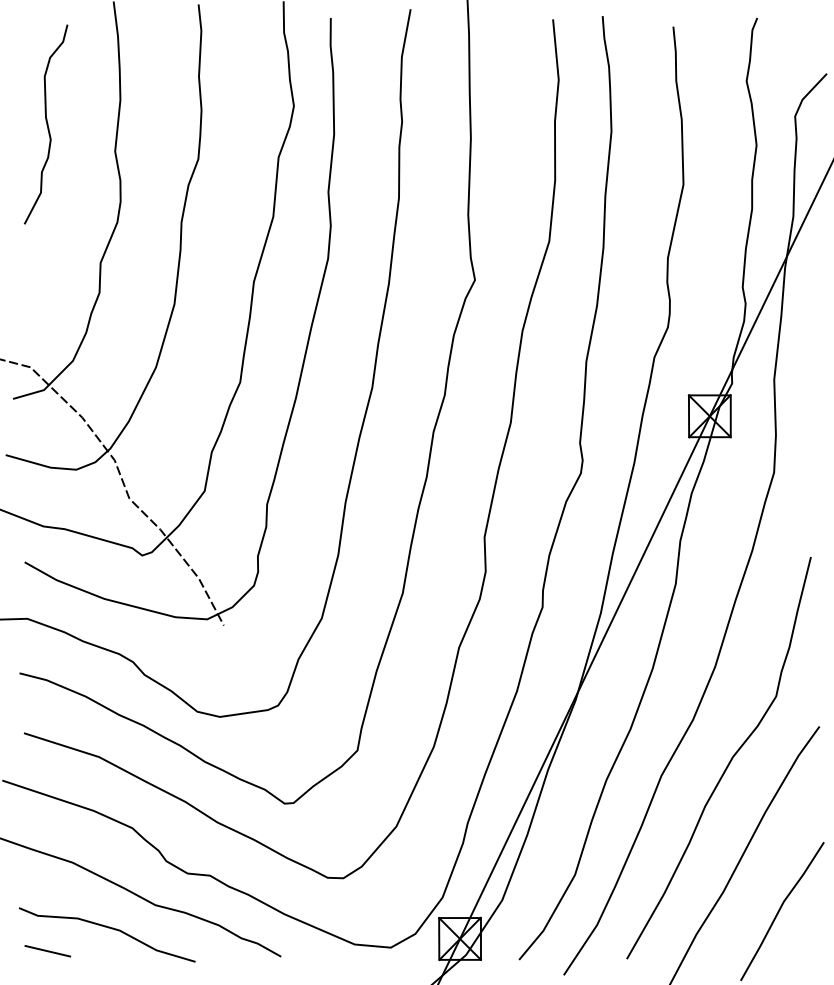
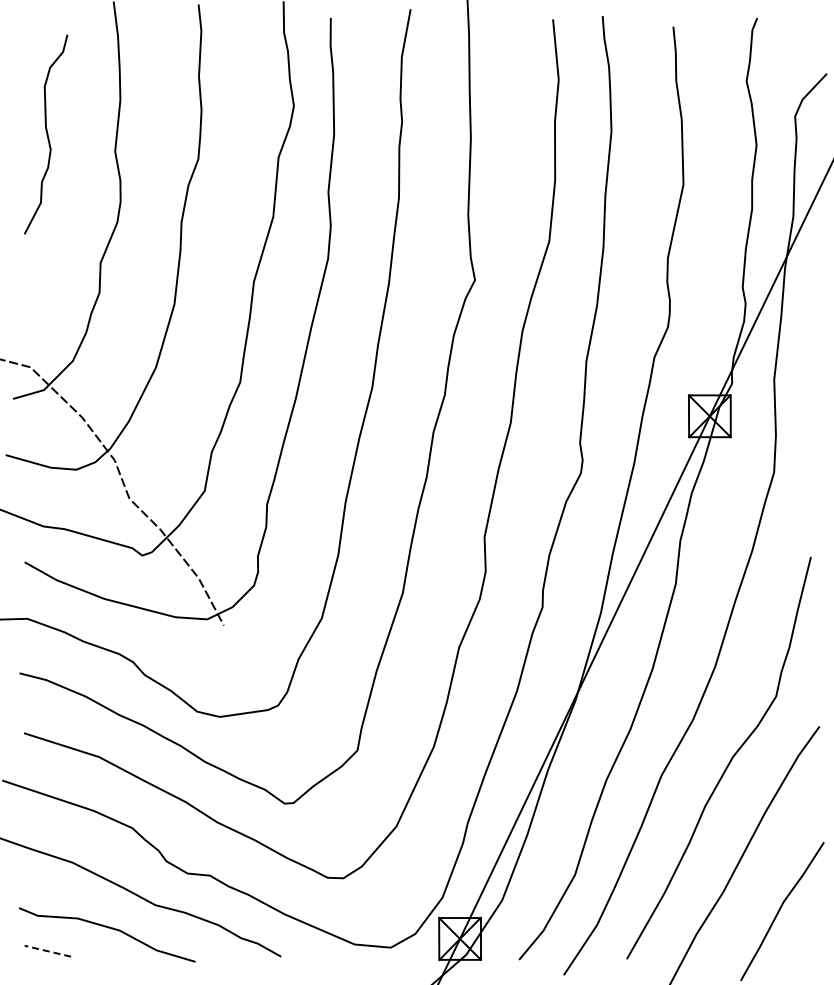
curve at (46, 124) position: (46, 124) -> (46, 134)
line at (47, 951): solid -> dashed
